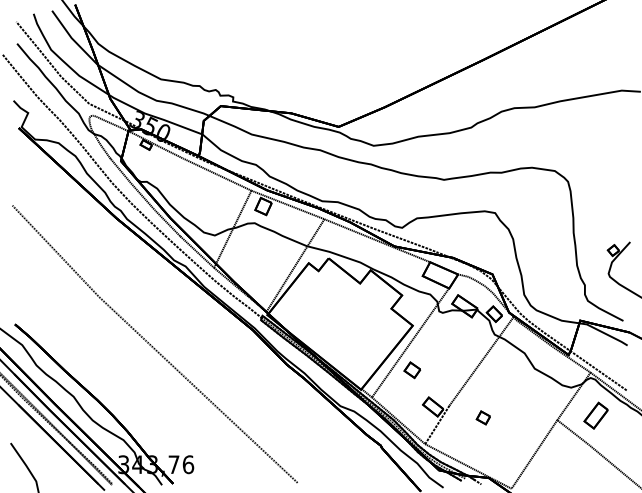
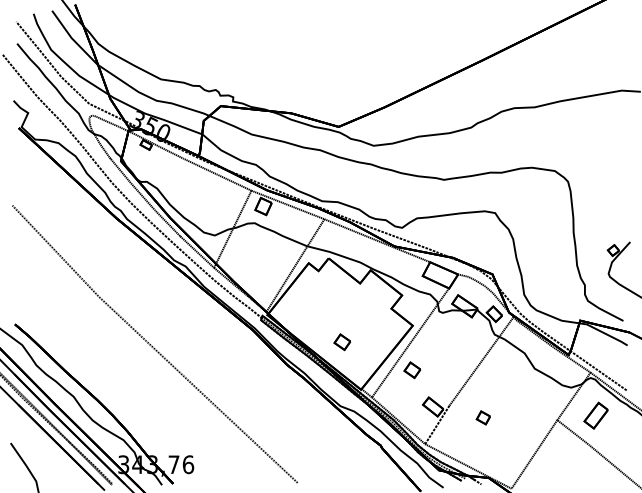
part at (342, 342): none -> present
